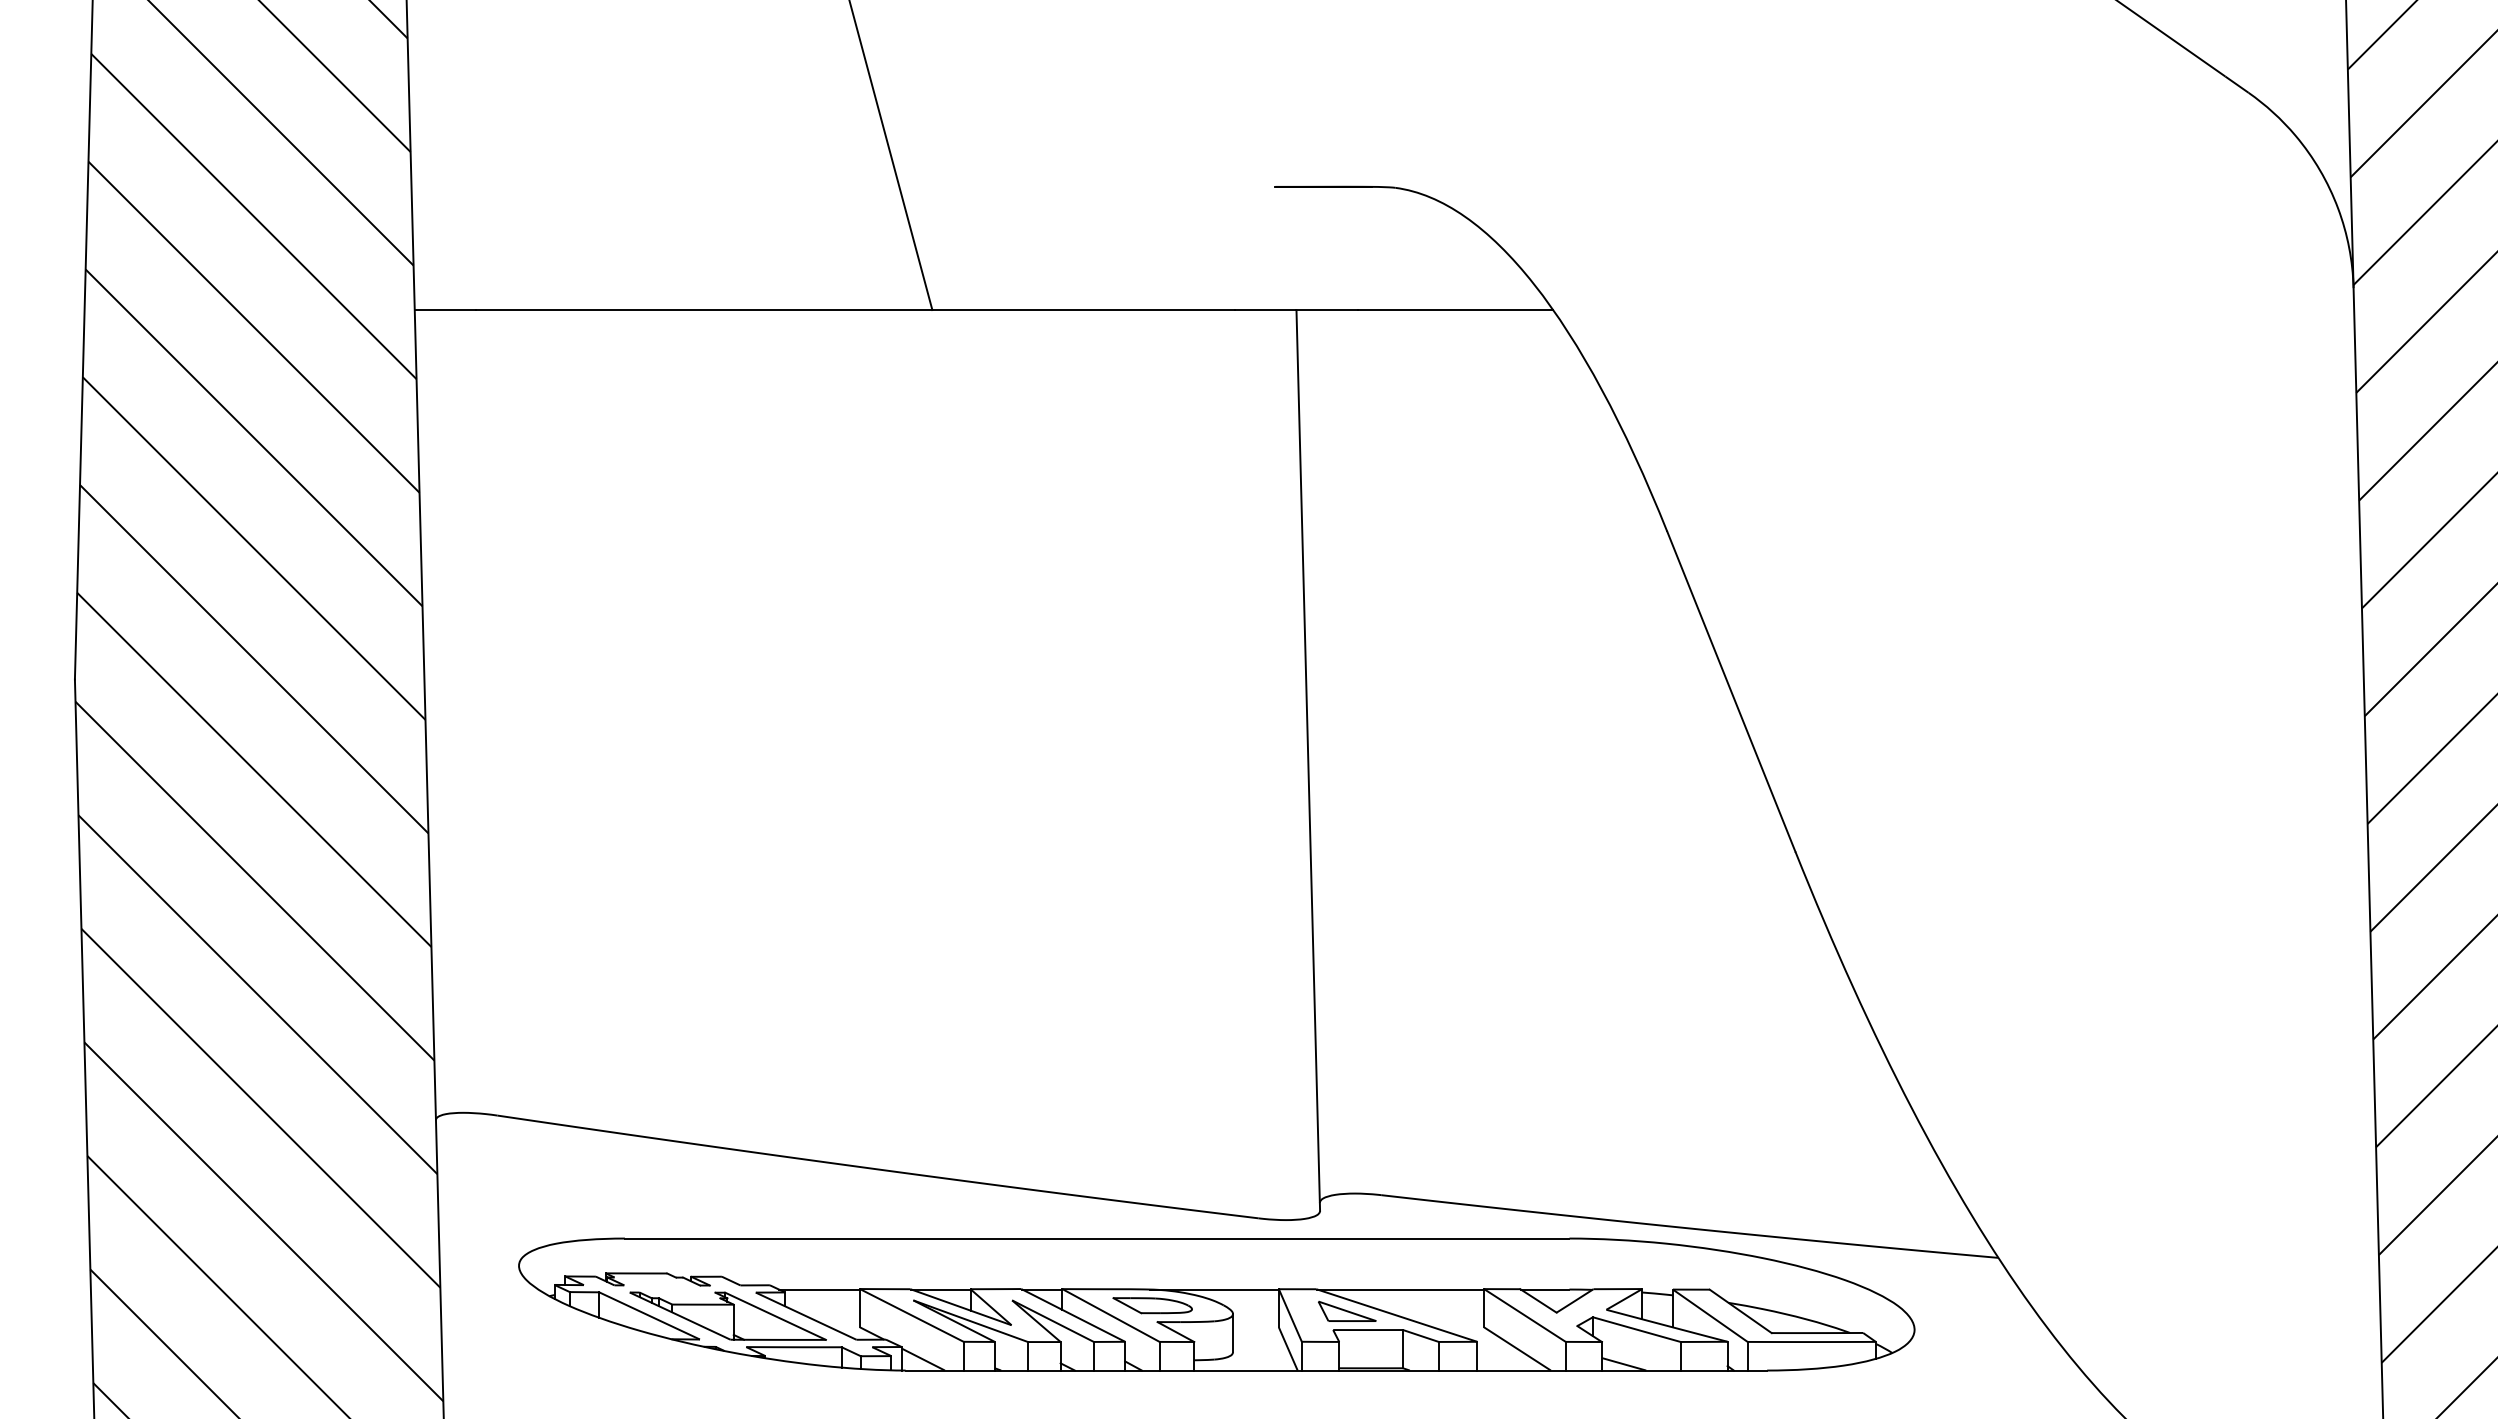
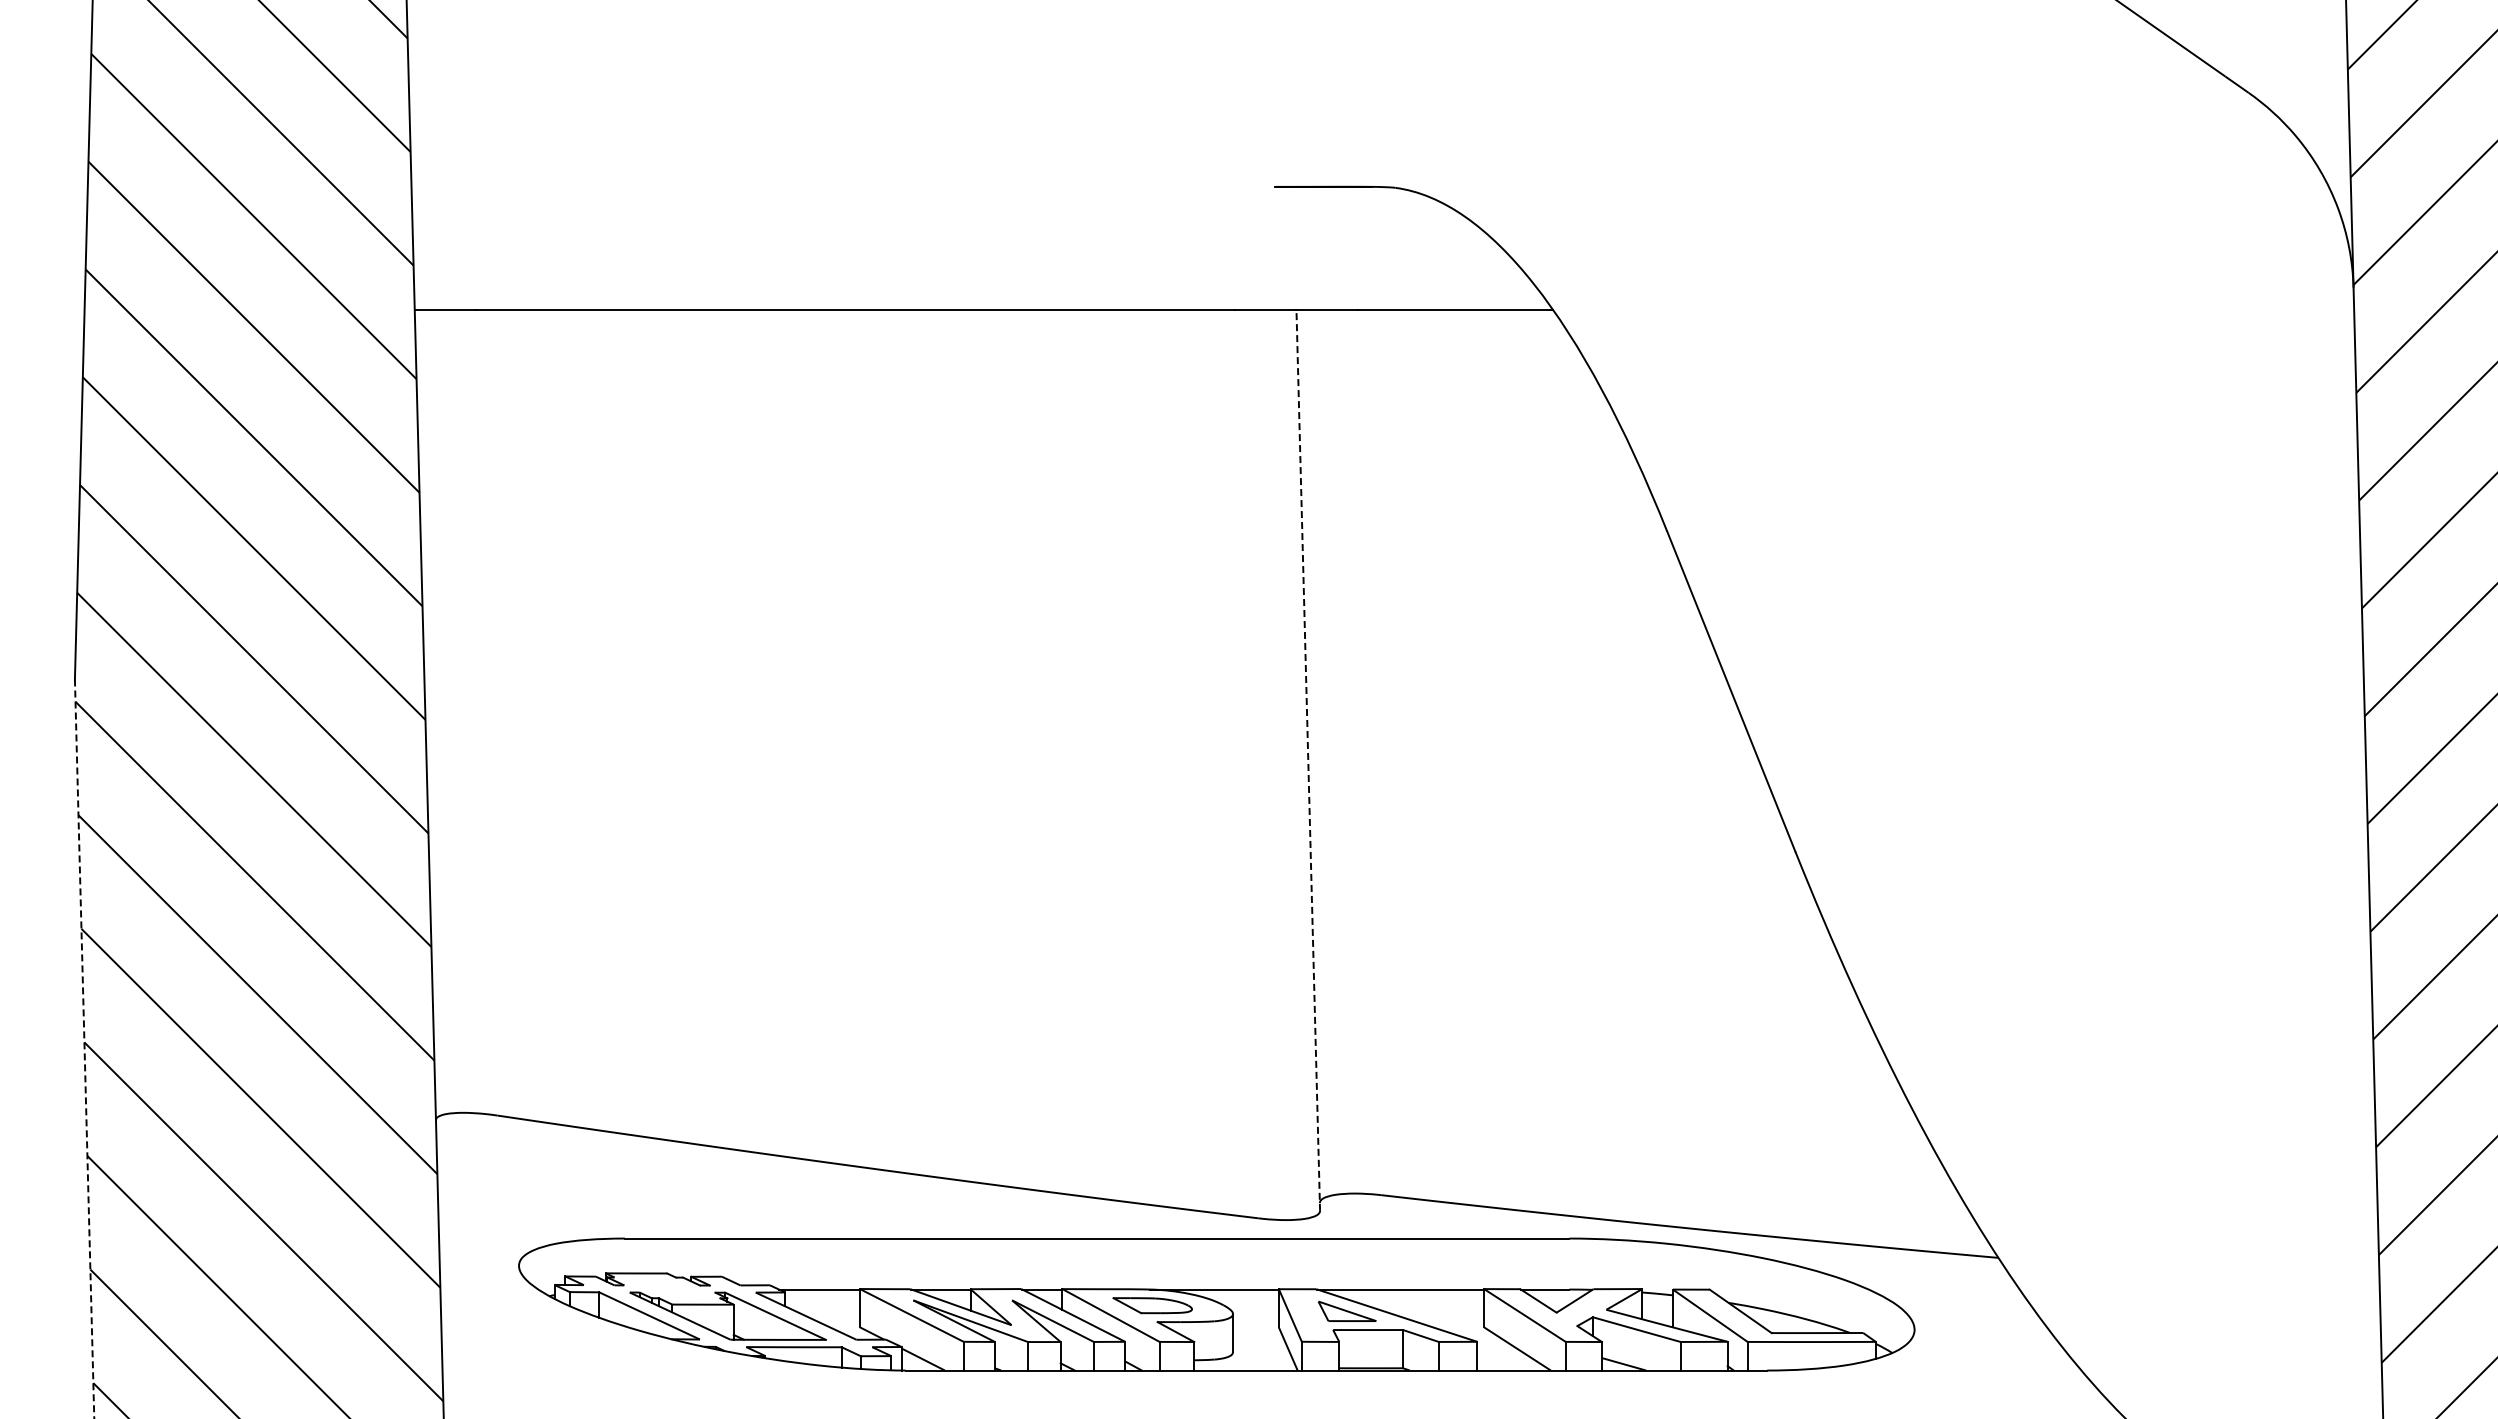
line at (891, 156): present -> none
line at (1308, 760): solid -> dashed
line at (84, 1049): solid -> dashed
